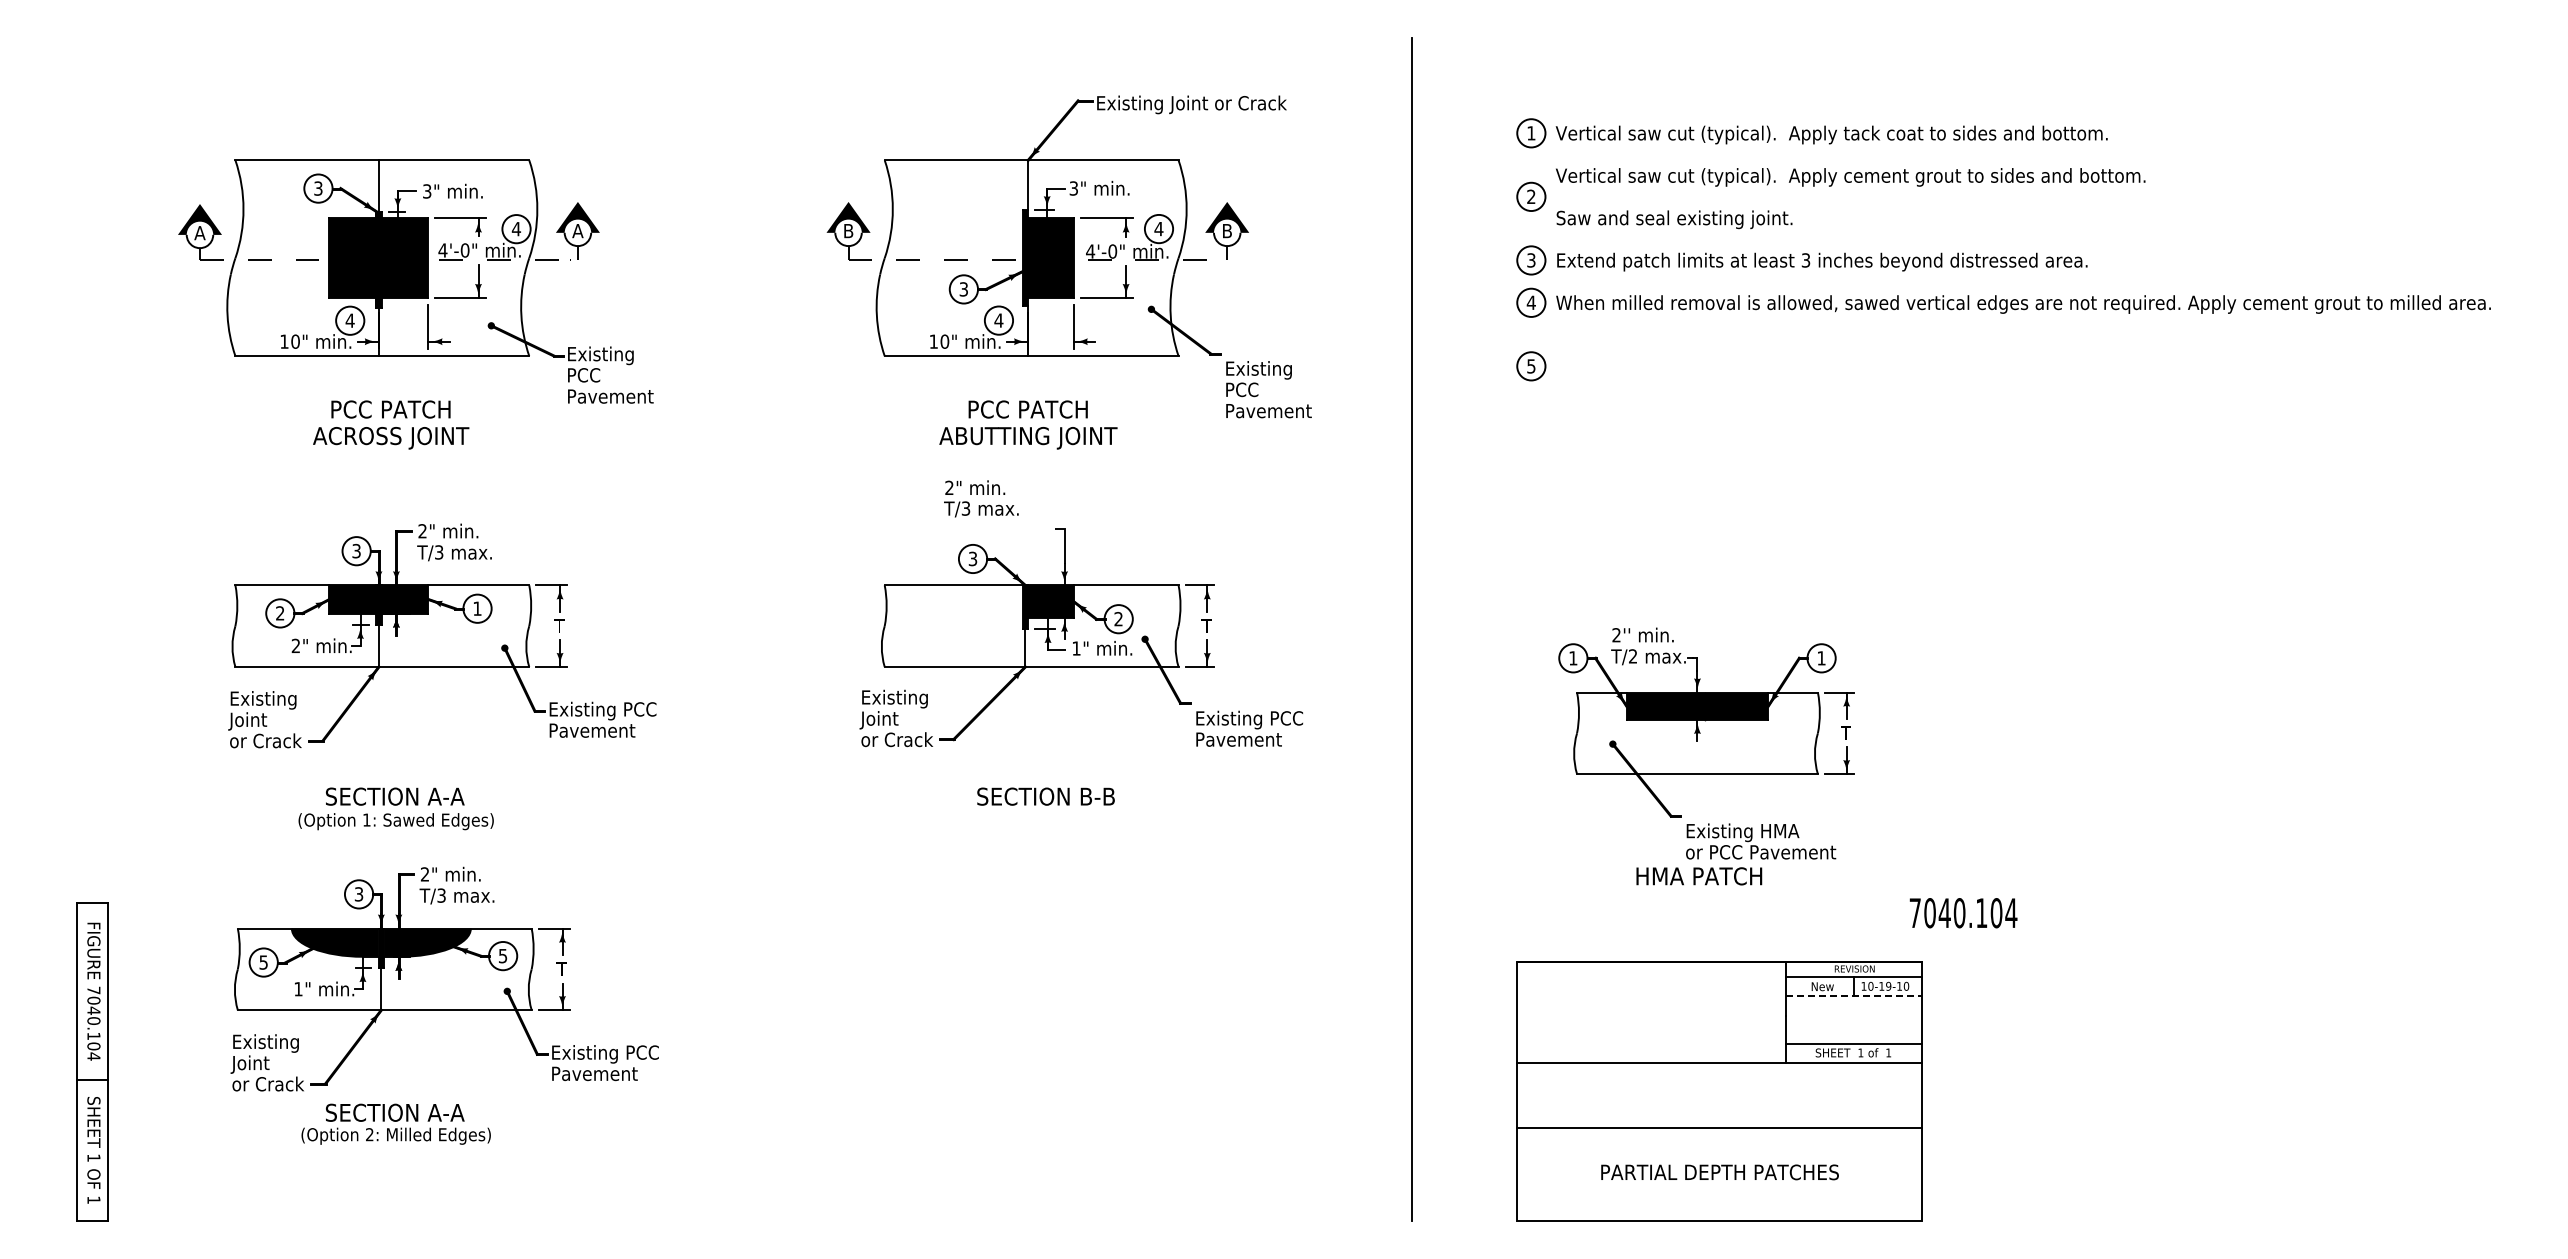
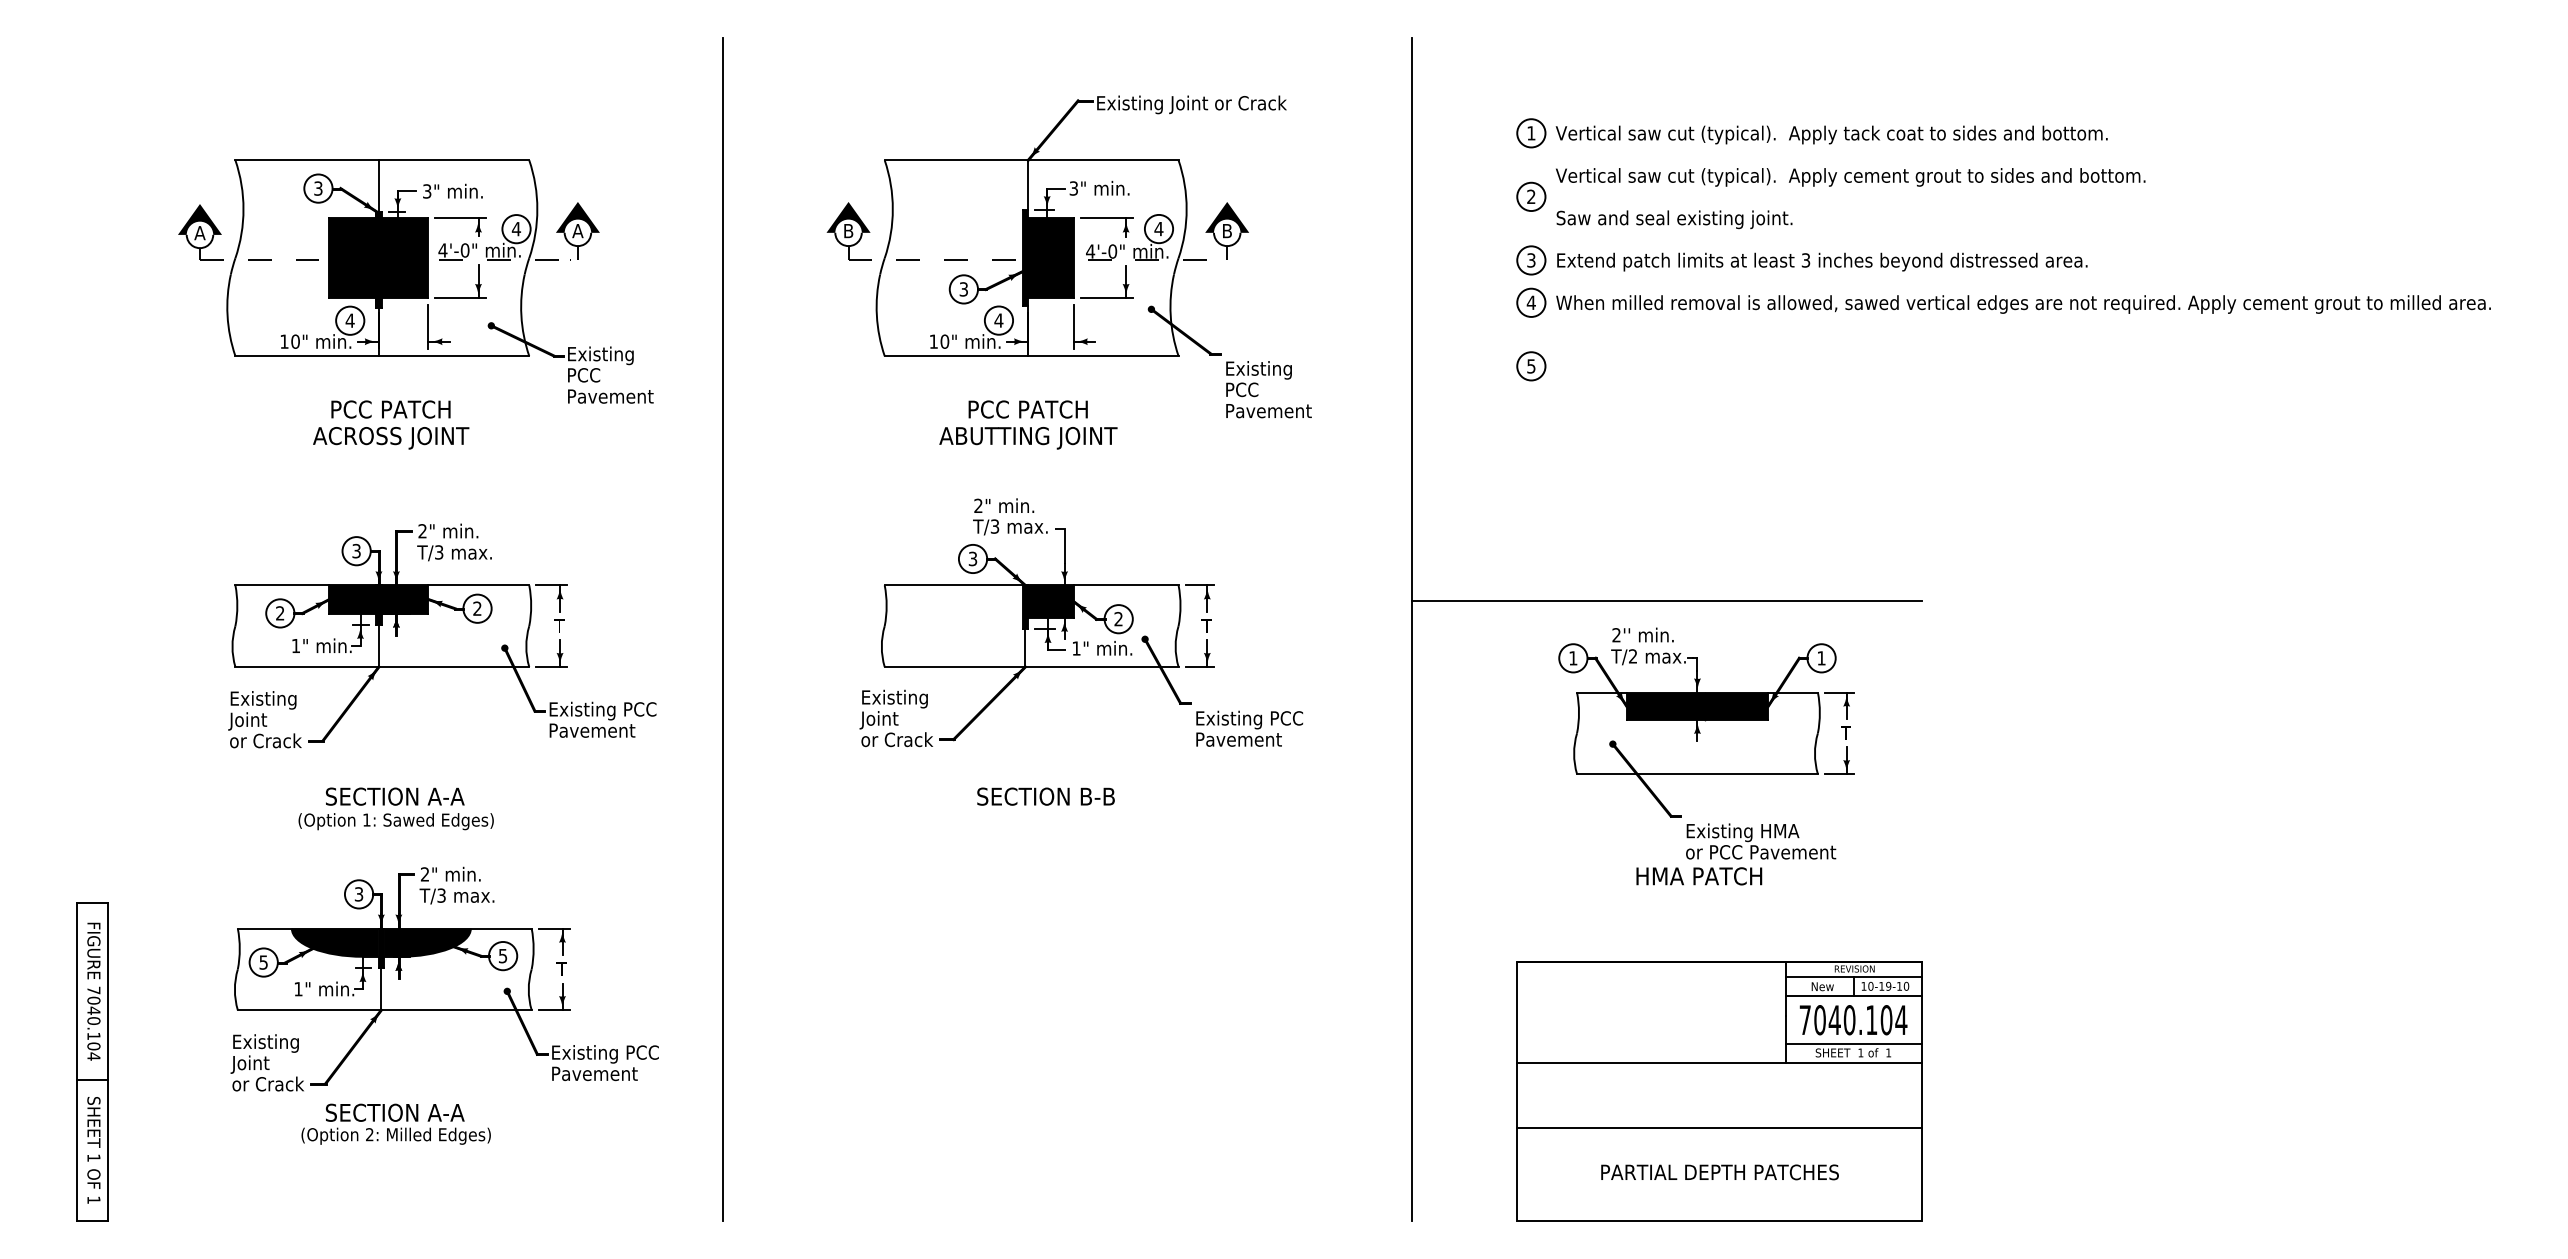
text at (981, 498) position: (981, 498) -> (1010, 516)
line at (1667, 601): none -> present
text at (477, 608): 1 -> 2
line at (723, 629): none -> present
text at (295, 645): 2" -> 1"
text at (1963, 913) position: (1963, 913) -> (1853, 1020)
line at (1854, 996): dashed -> solid
